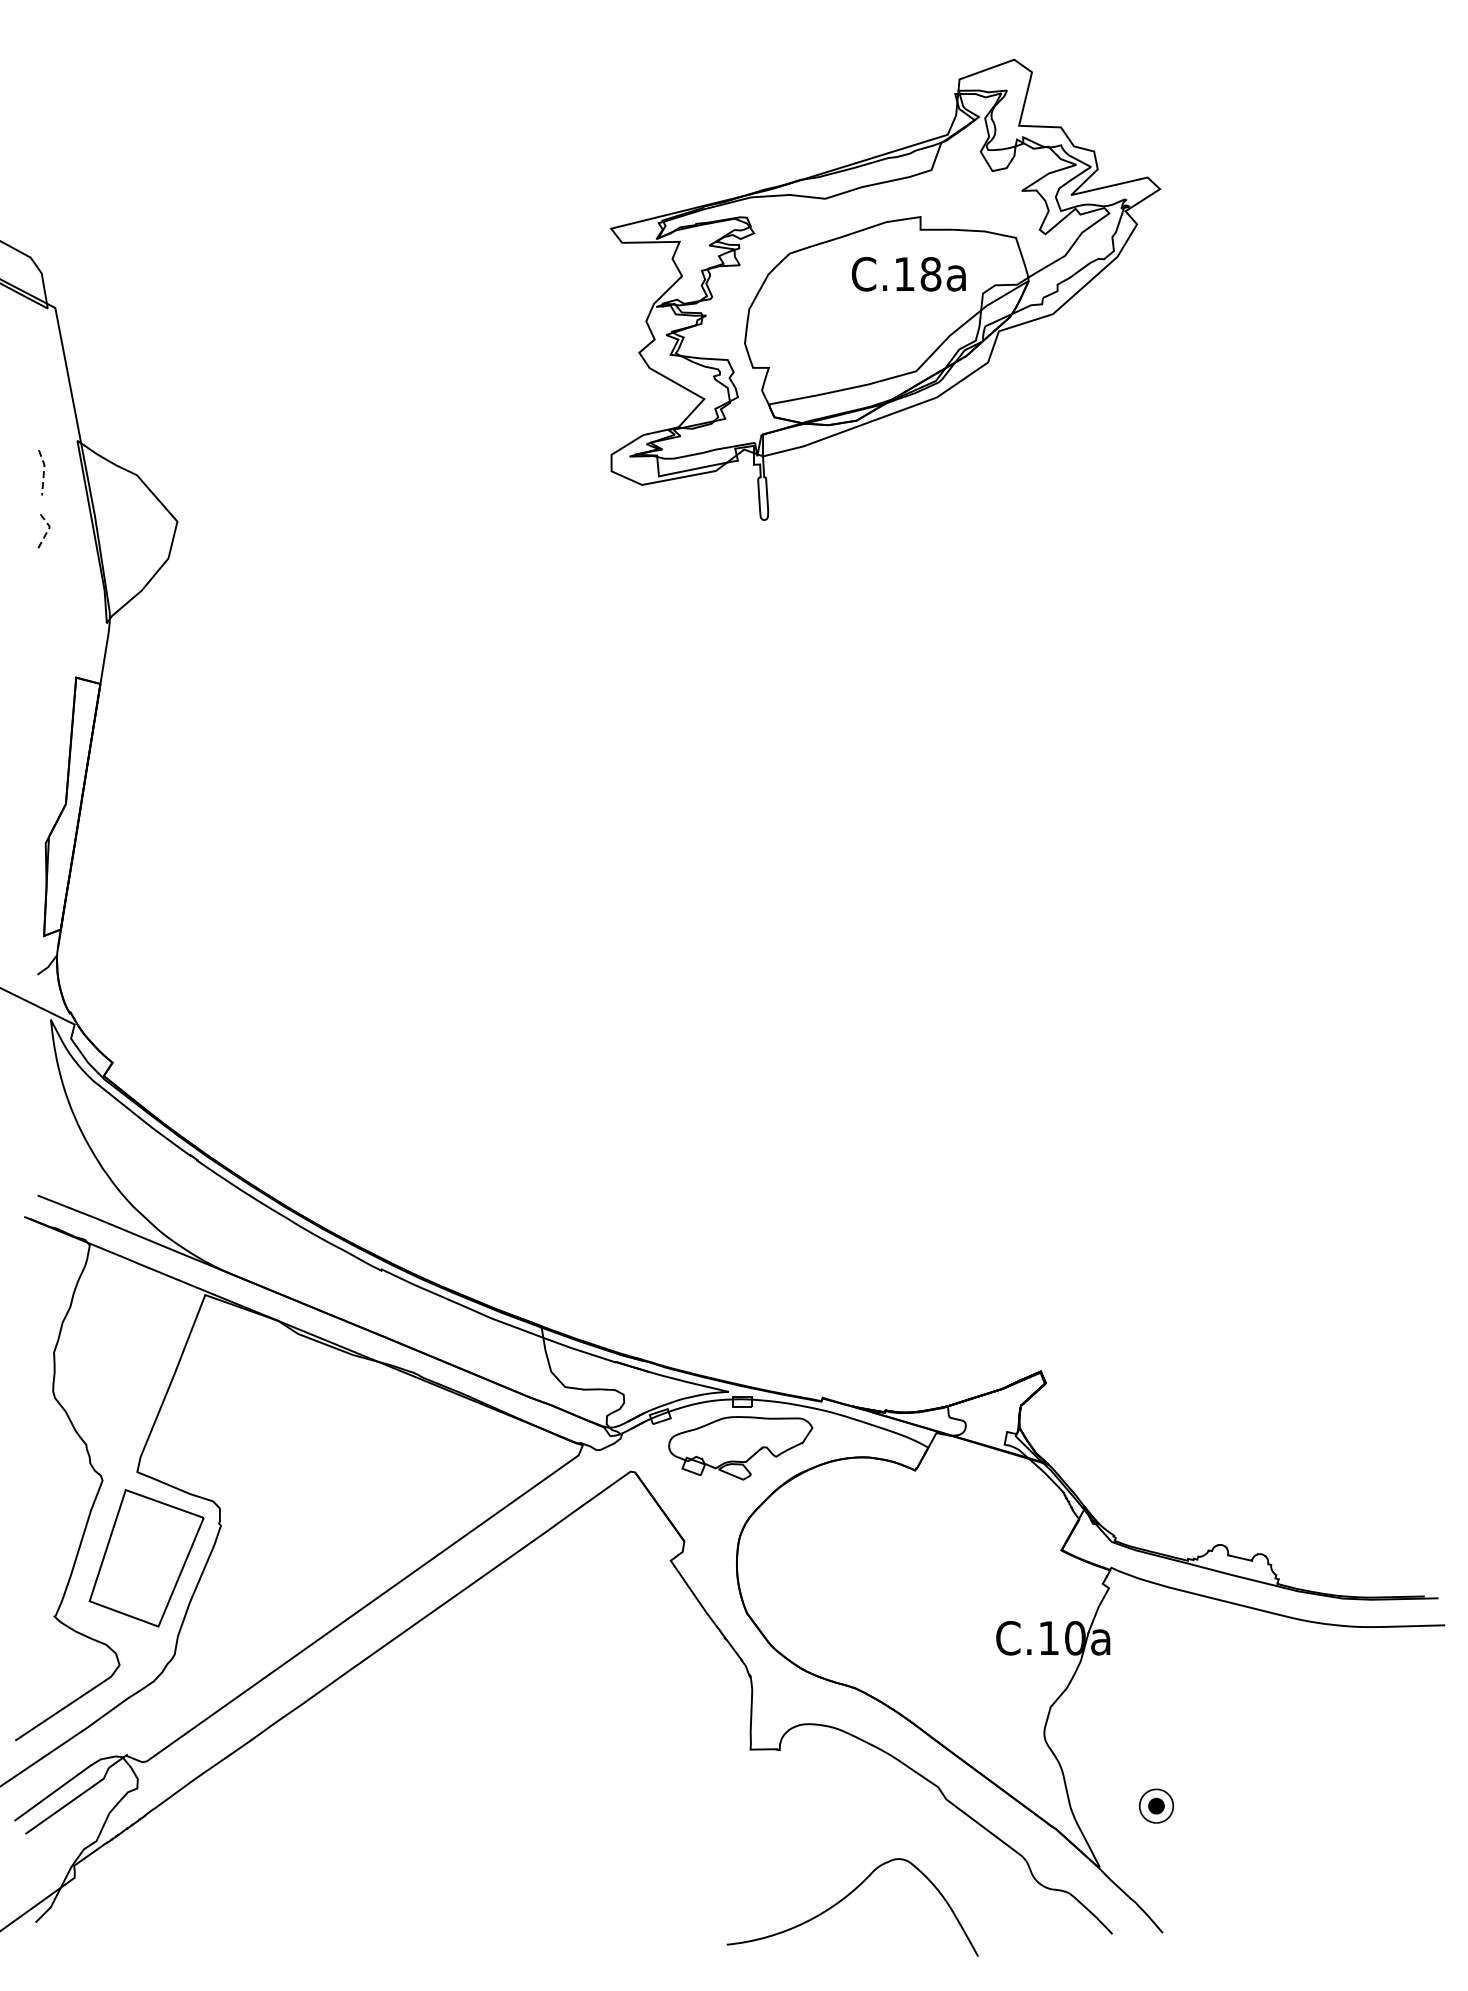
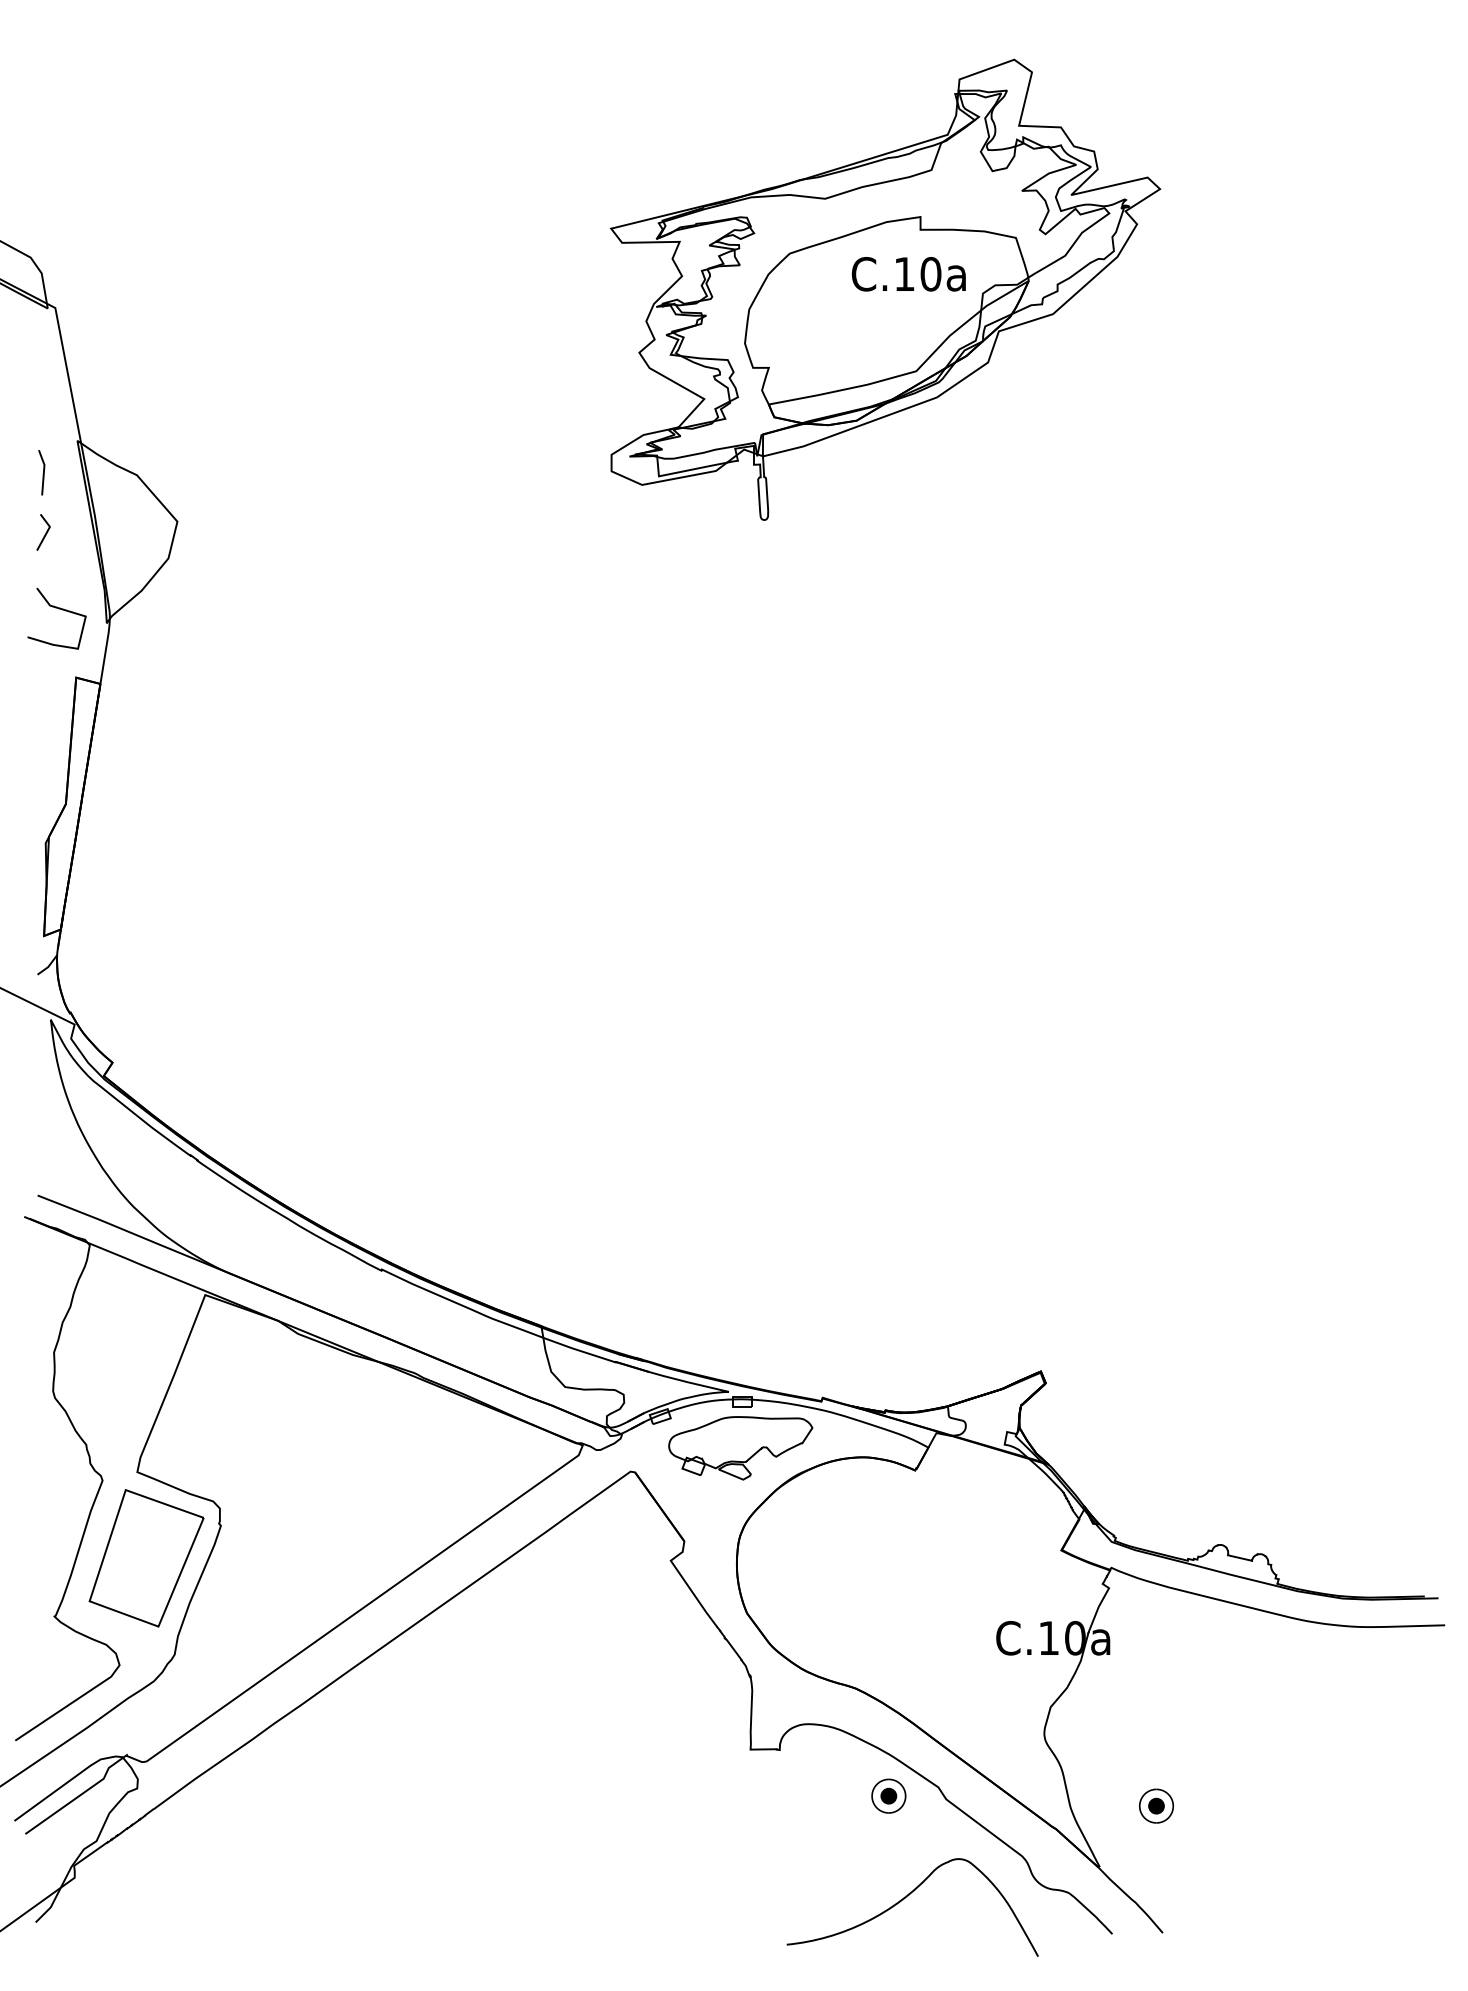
text at (930, 274): C.18a -> C.10a
line at (43, 471): dashed -> solid
line at (47, 531): dashed -> solid
curve at (58, 609): none -> present
part at (888, 1795): none -> present
curve at (844, 1899) position: (844, 1899) -> (904, 1899)
